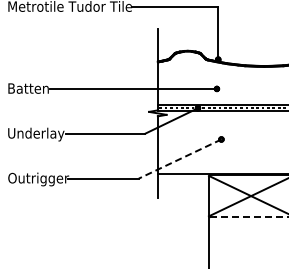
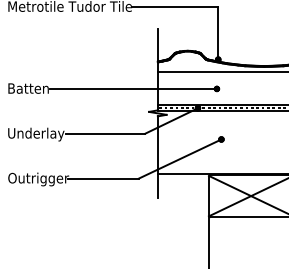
line at (221, 71): none -> present
line at (180, 159): dashed -> solid
line at (250, 217): dashed -> solid
